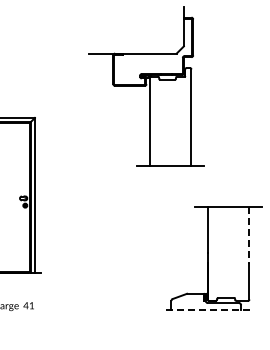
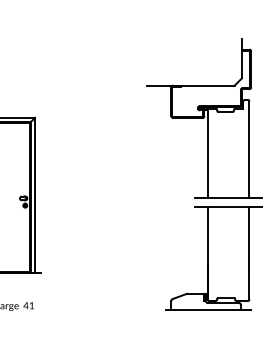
part at (146, 86) position: (146, 86) -> (204, 118)
line at (249, 235): dashed -> solid
line at (208, 310): dashed -> solid
